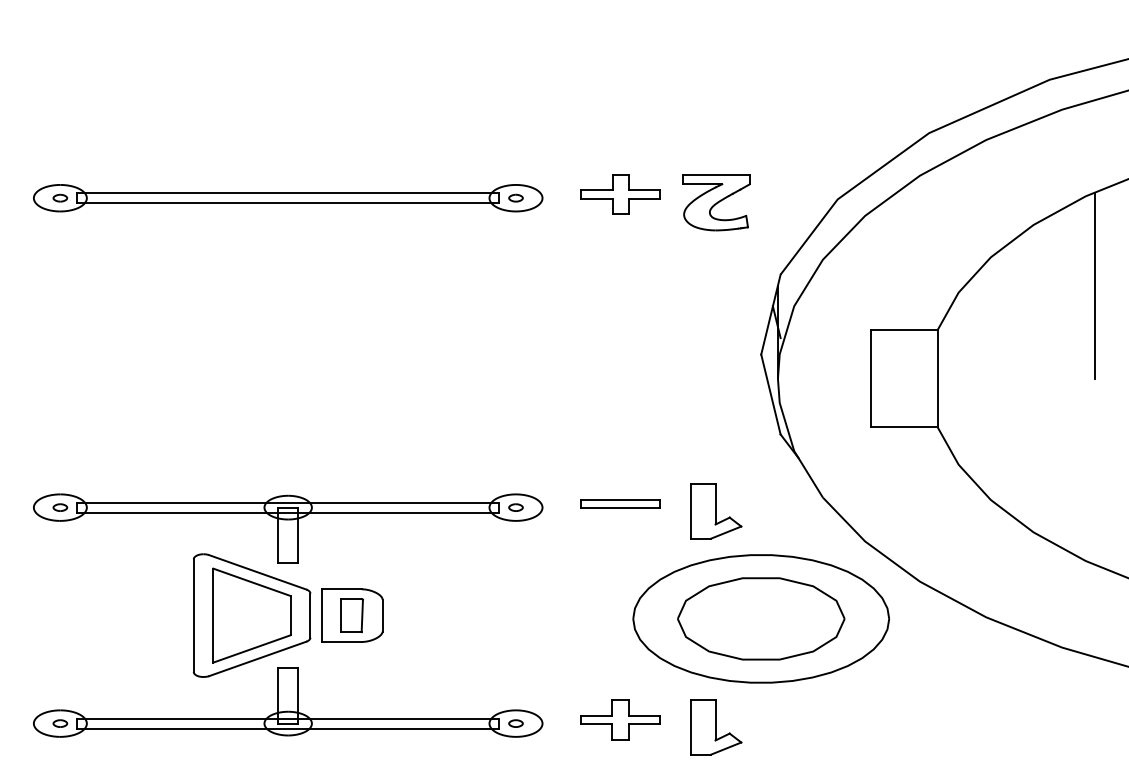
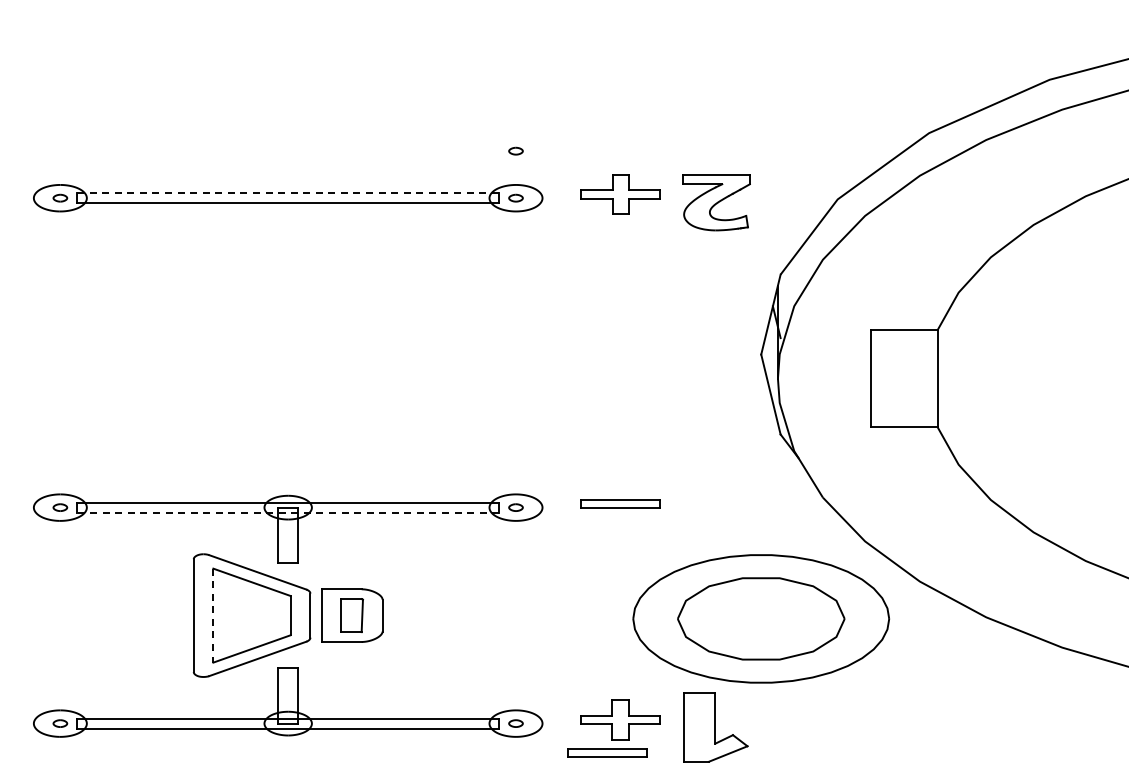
part at (515, 150): none -> present
line at (288, 193): solid -> dashed
line at (1095, 285): present -> none
part at (716, 511): present -> none
line at (287, 512): solid -> dashed
line at (213, 615): solid -> dashed
part at (716, 727) size: 53x57 px -> 66x71 px
part at (607, 752): none -> present
